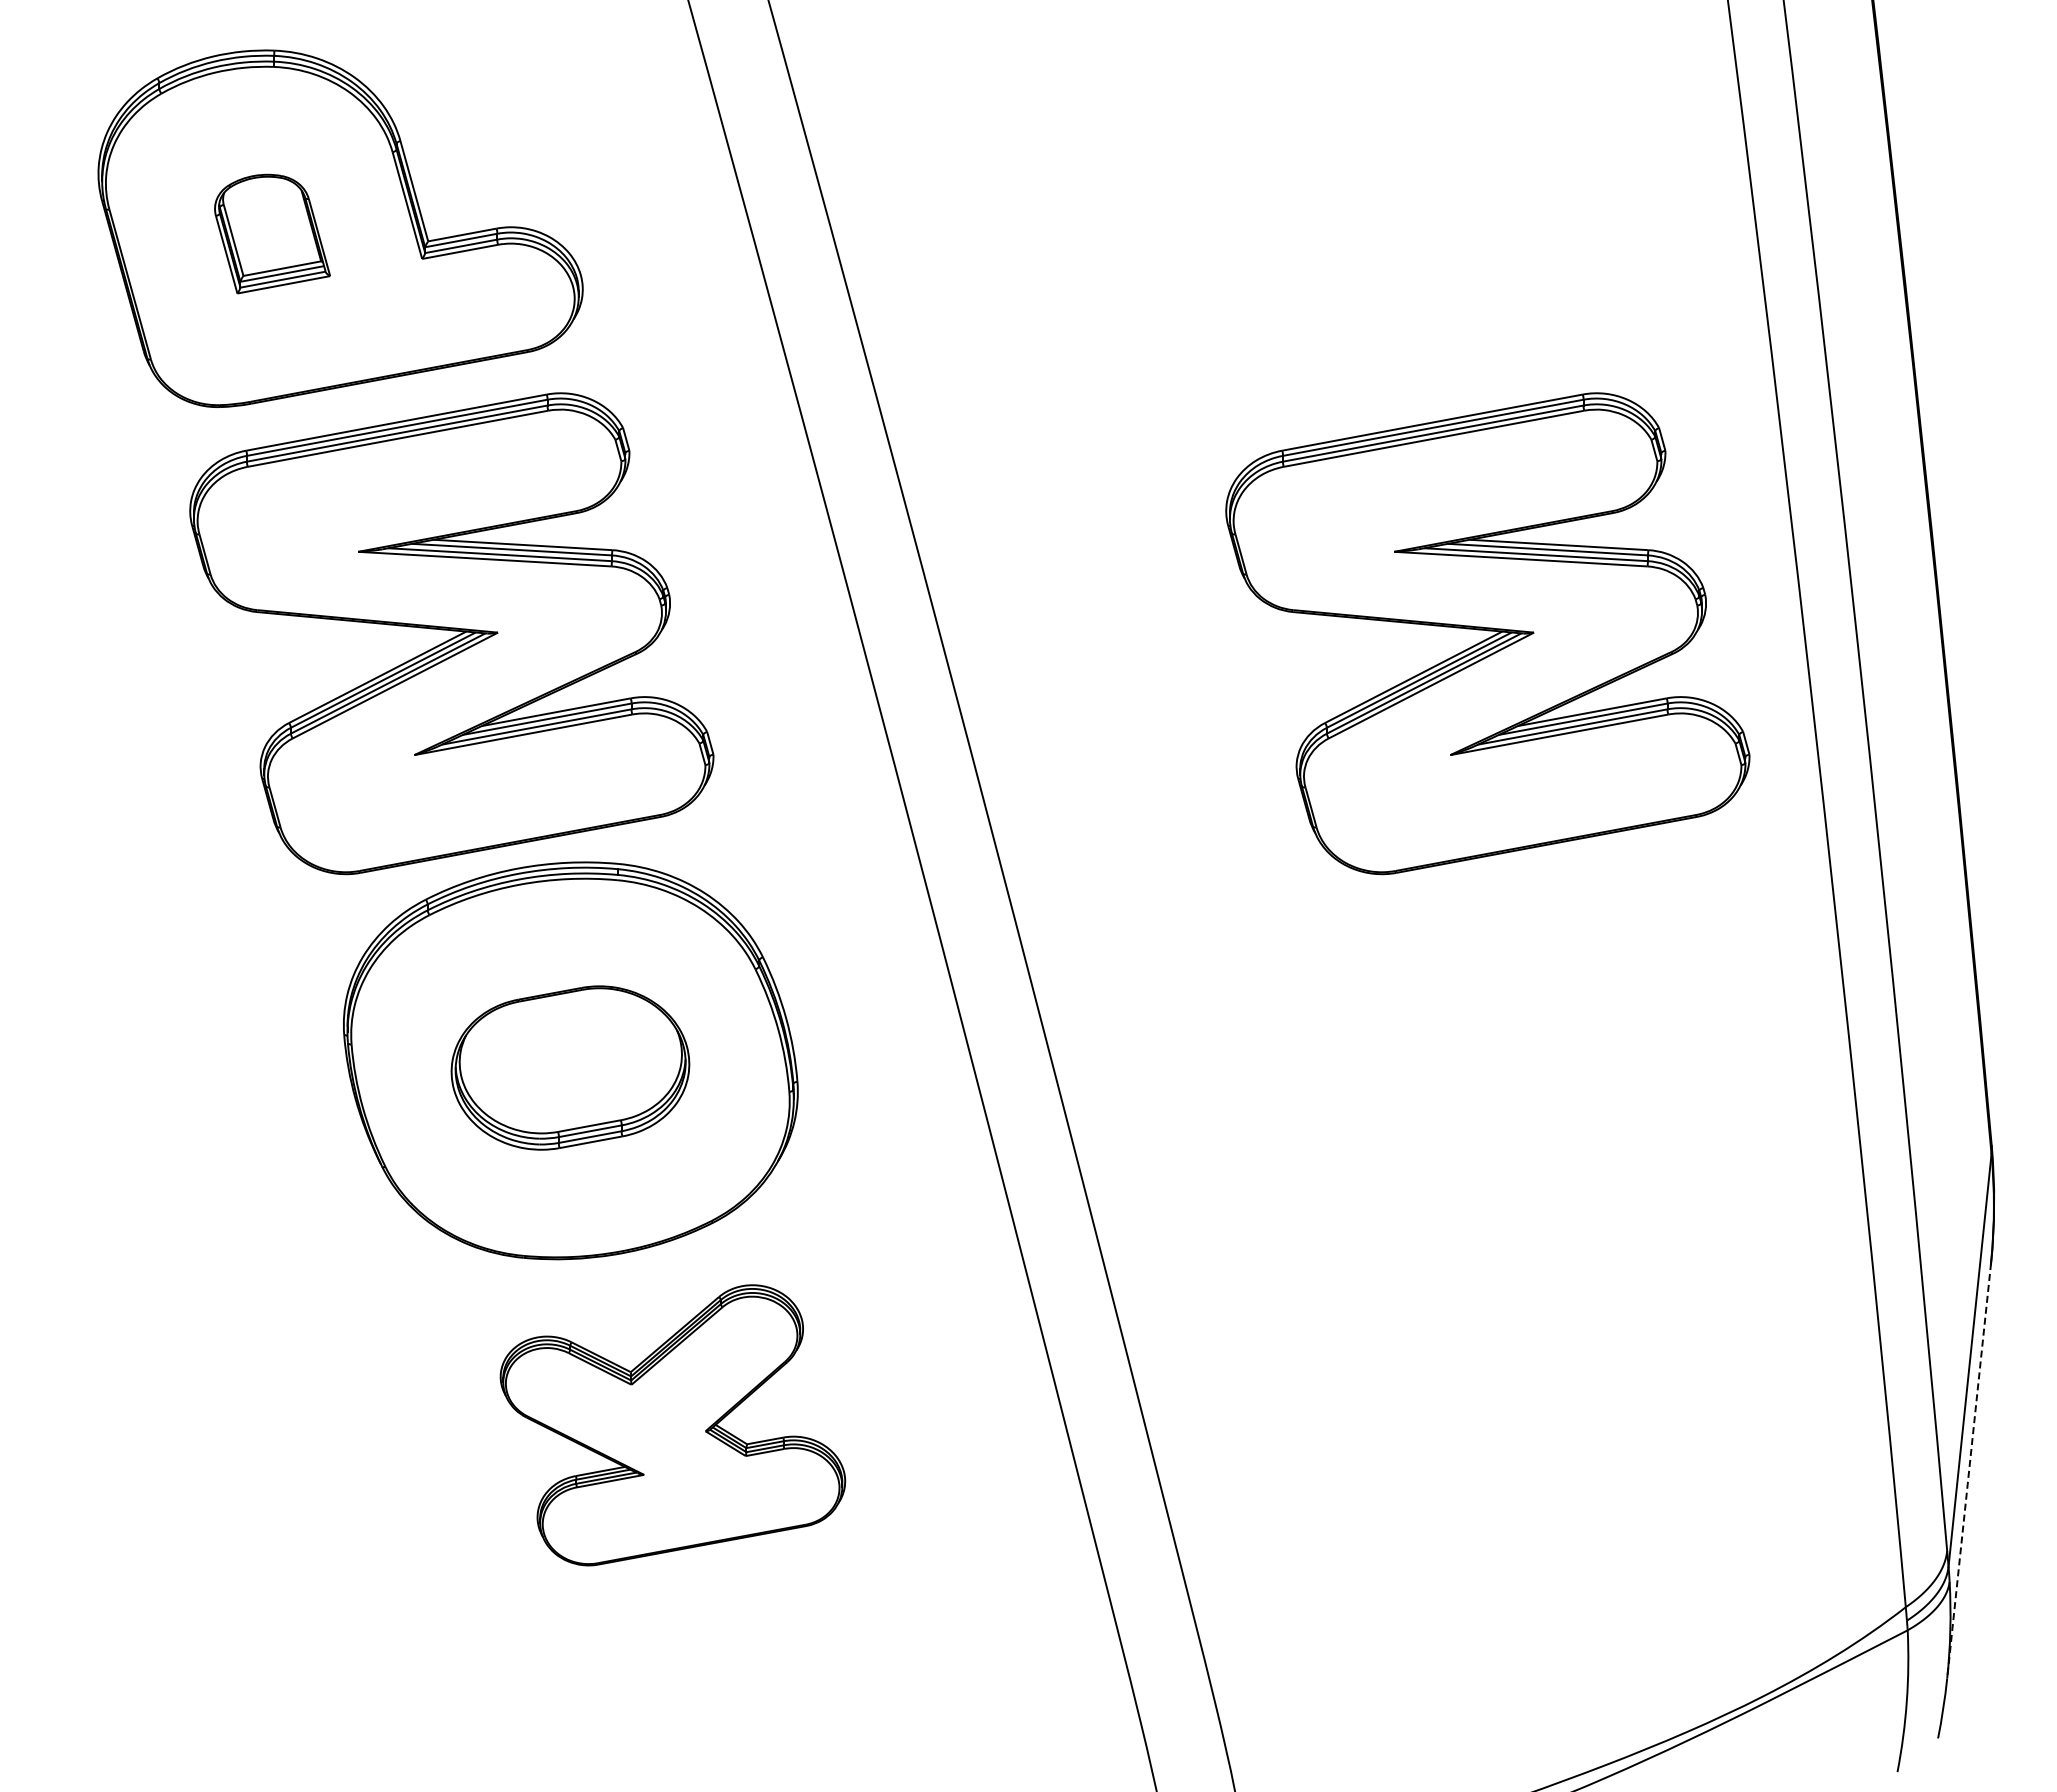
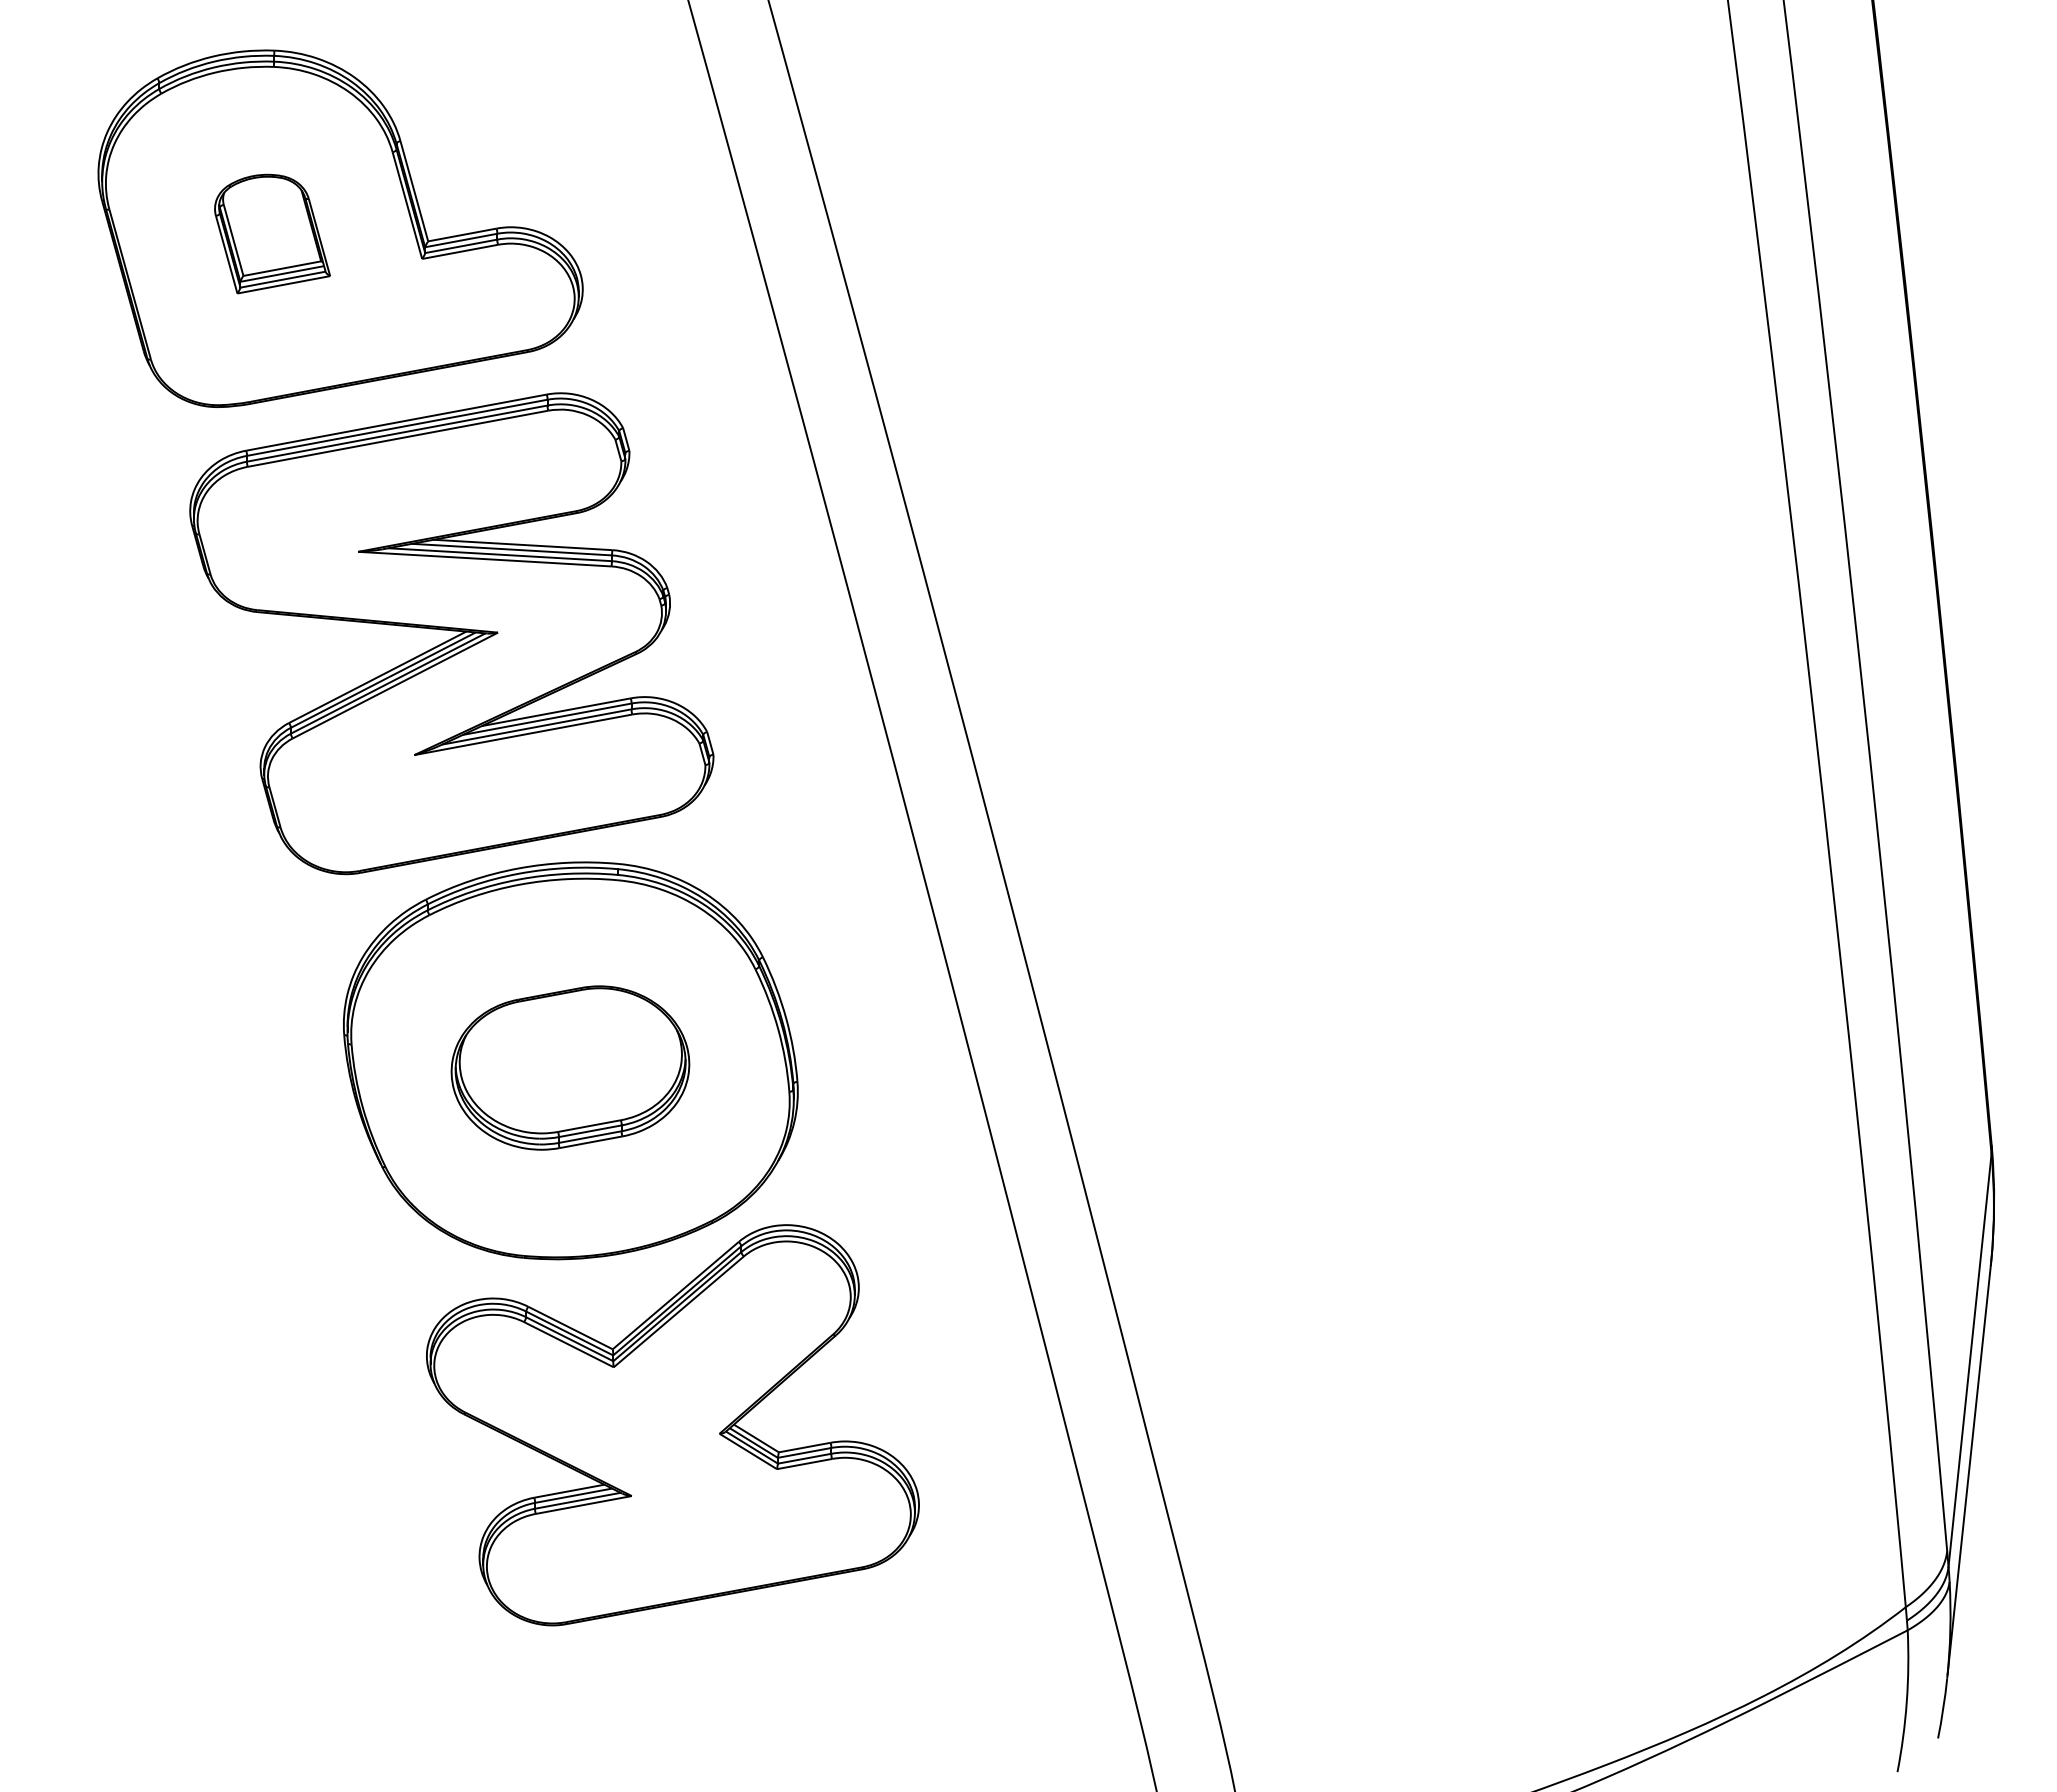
part at (1487, 633): present -> none
part at (672, 1425) size: 348x283 px -> 494x403 px
line at (1969, 1470): dashed -> solid
